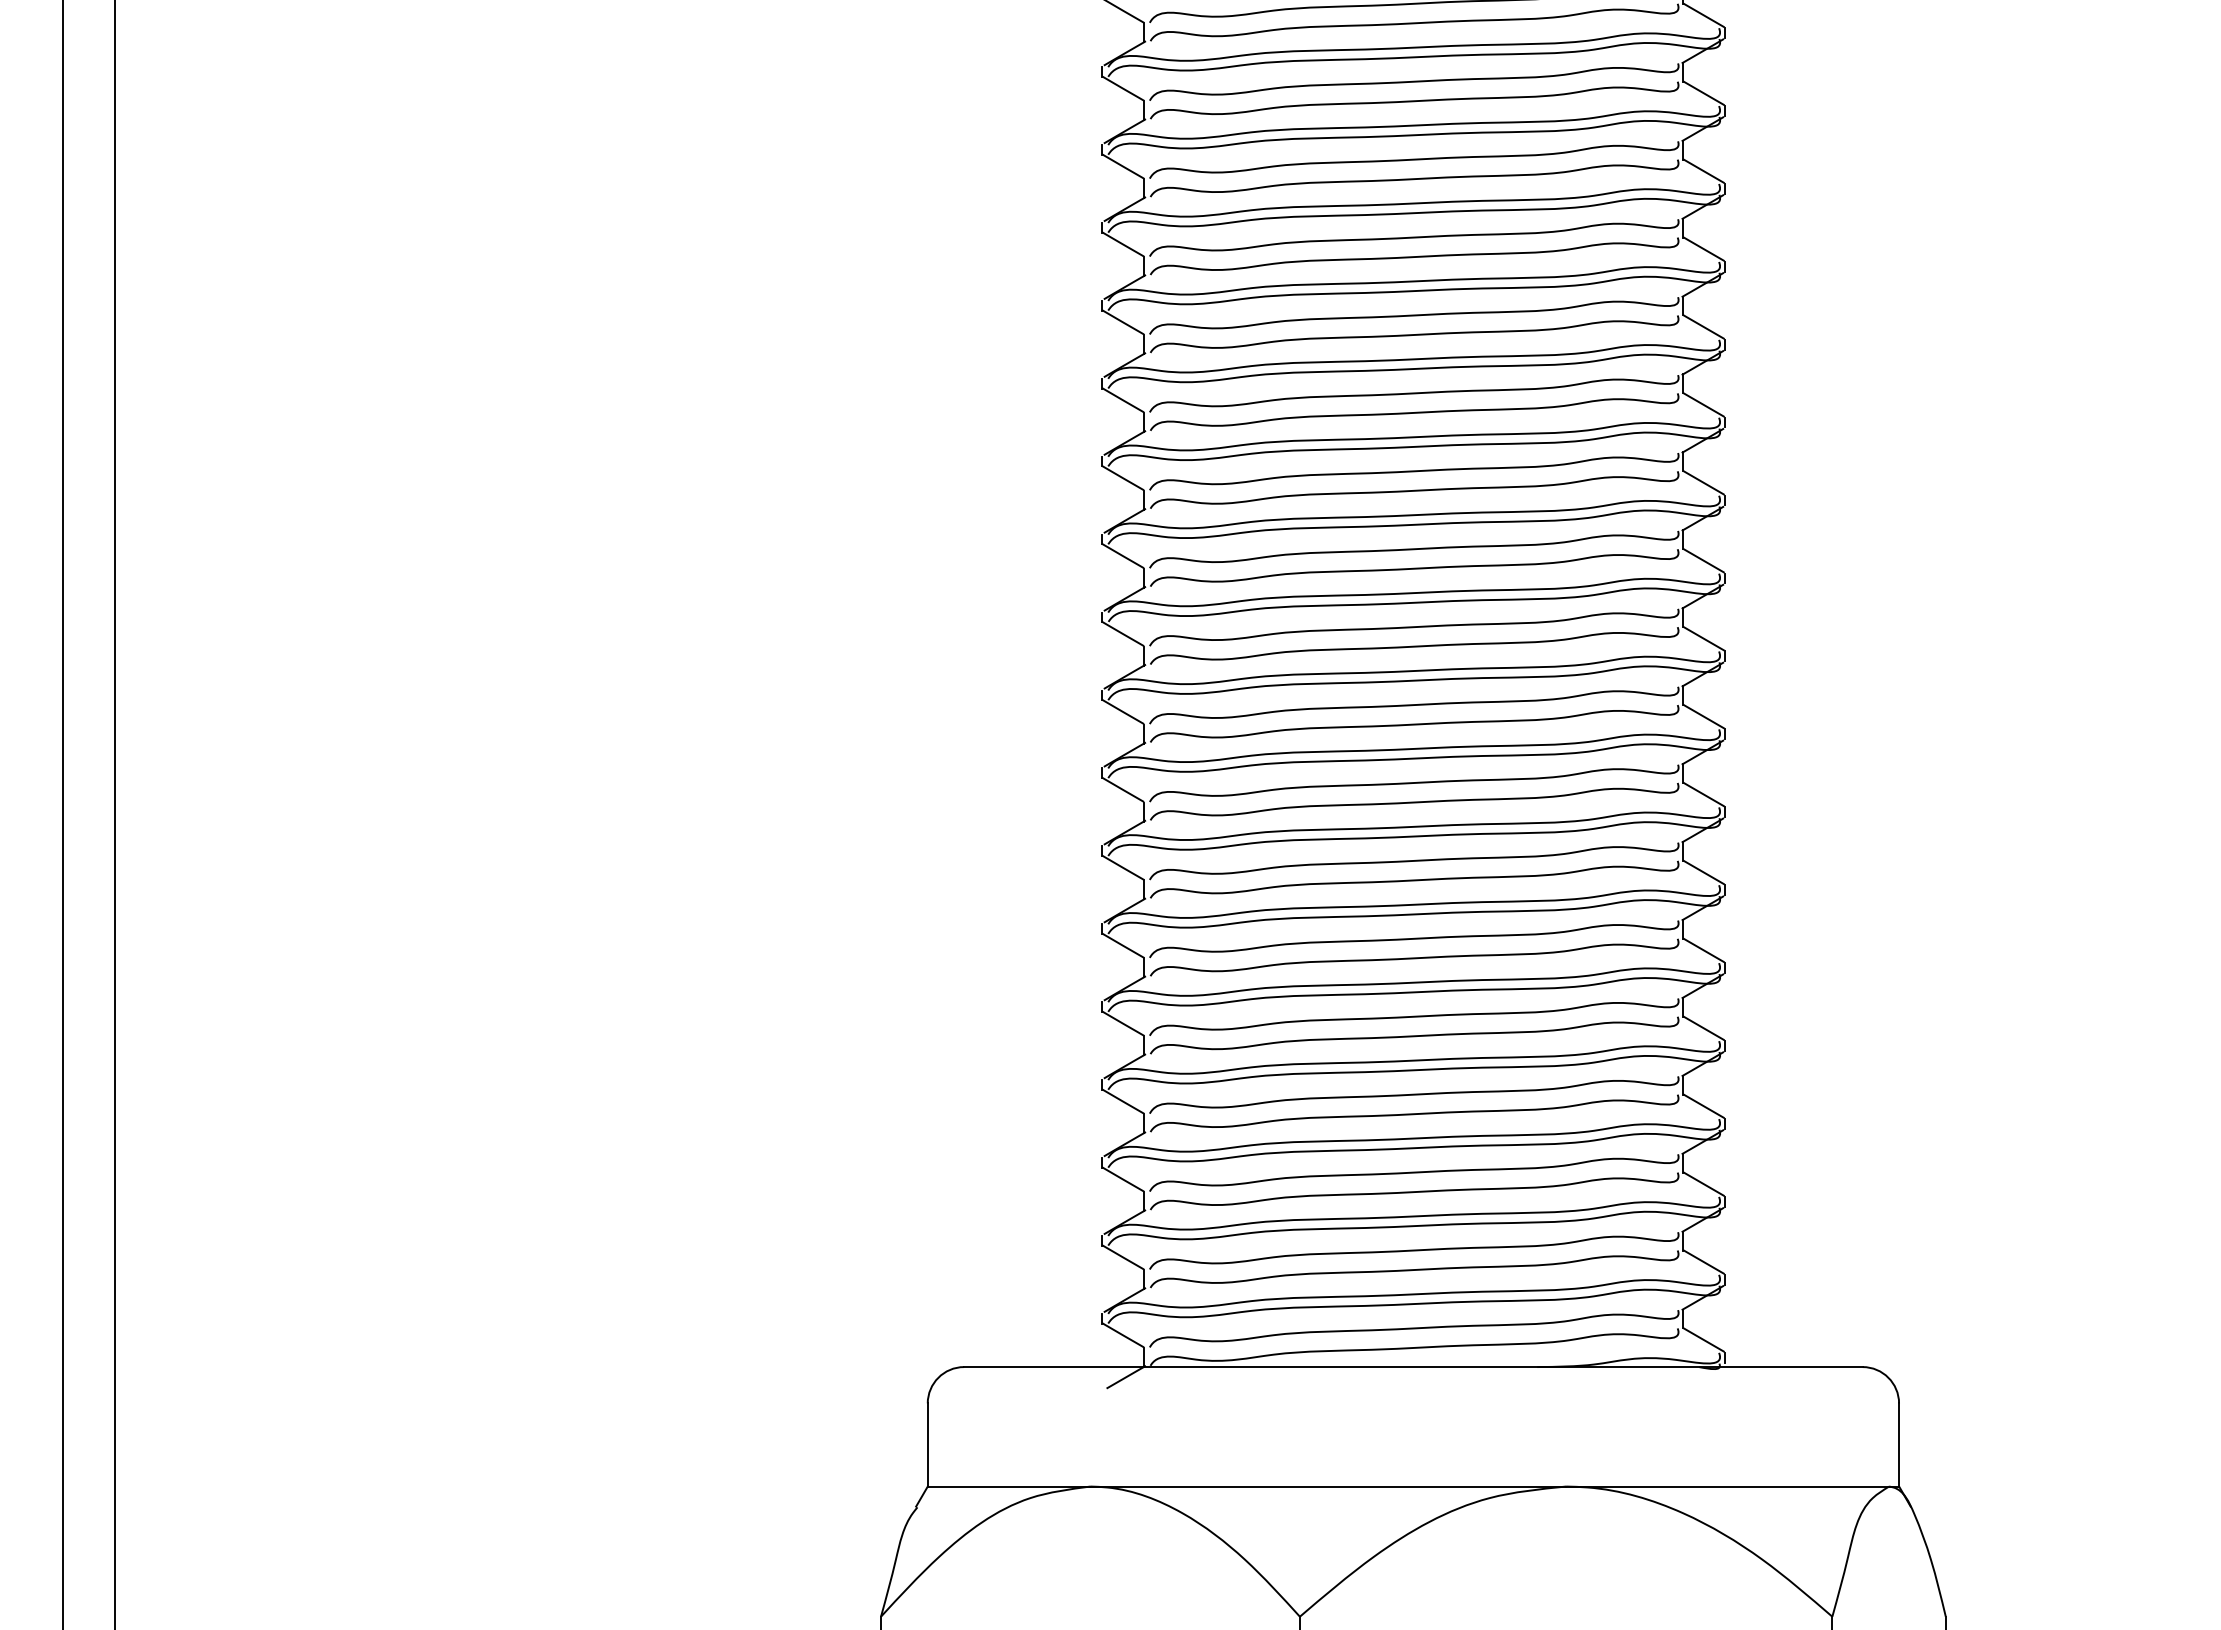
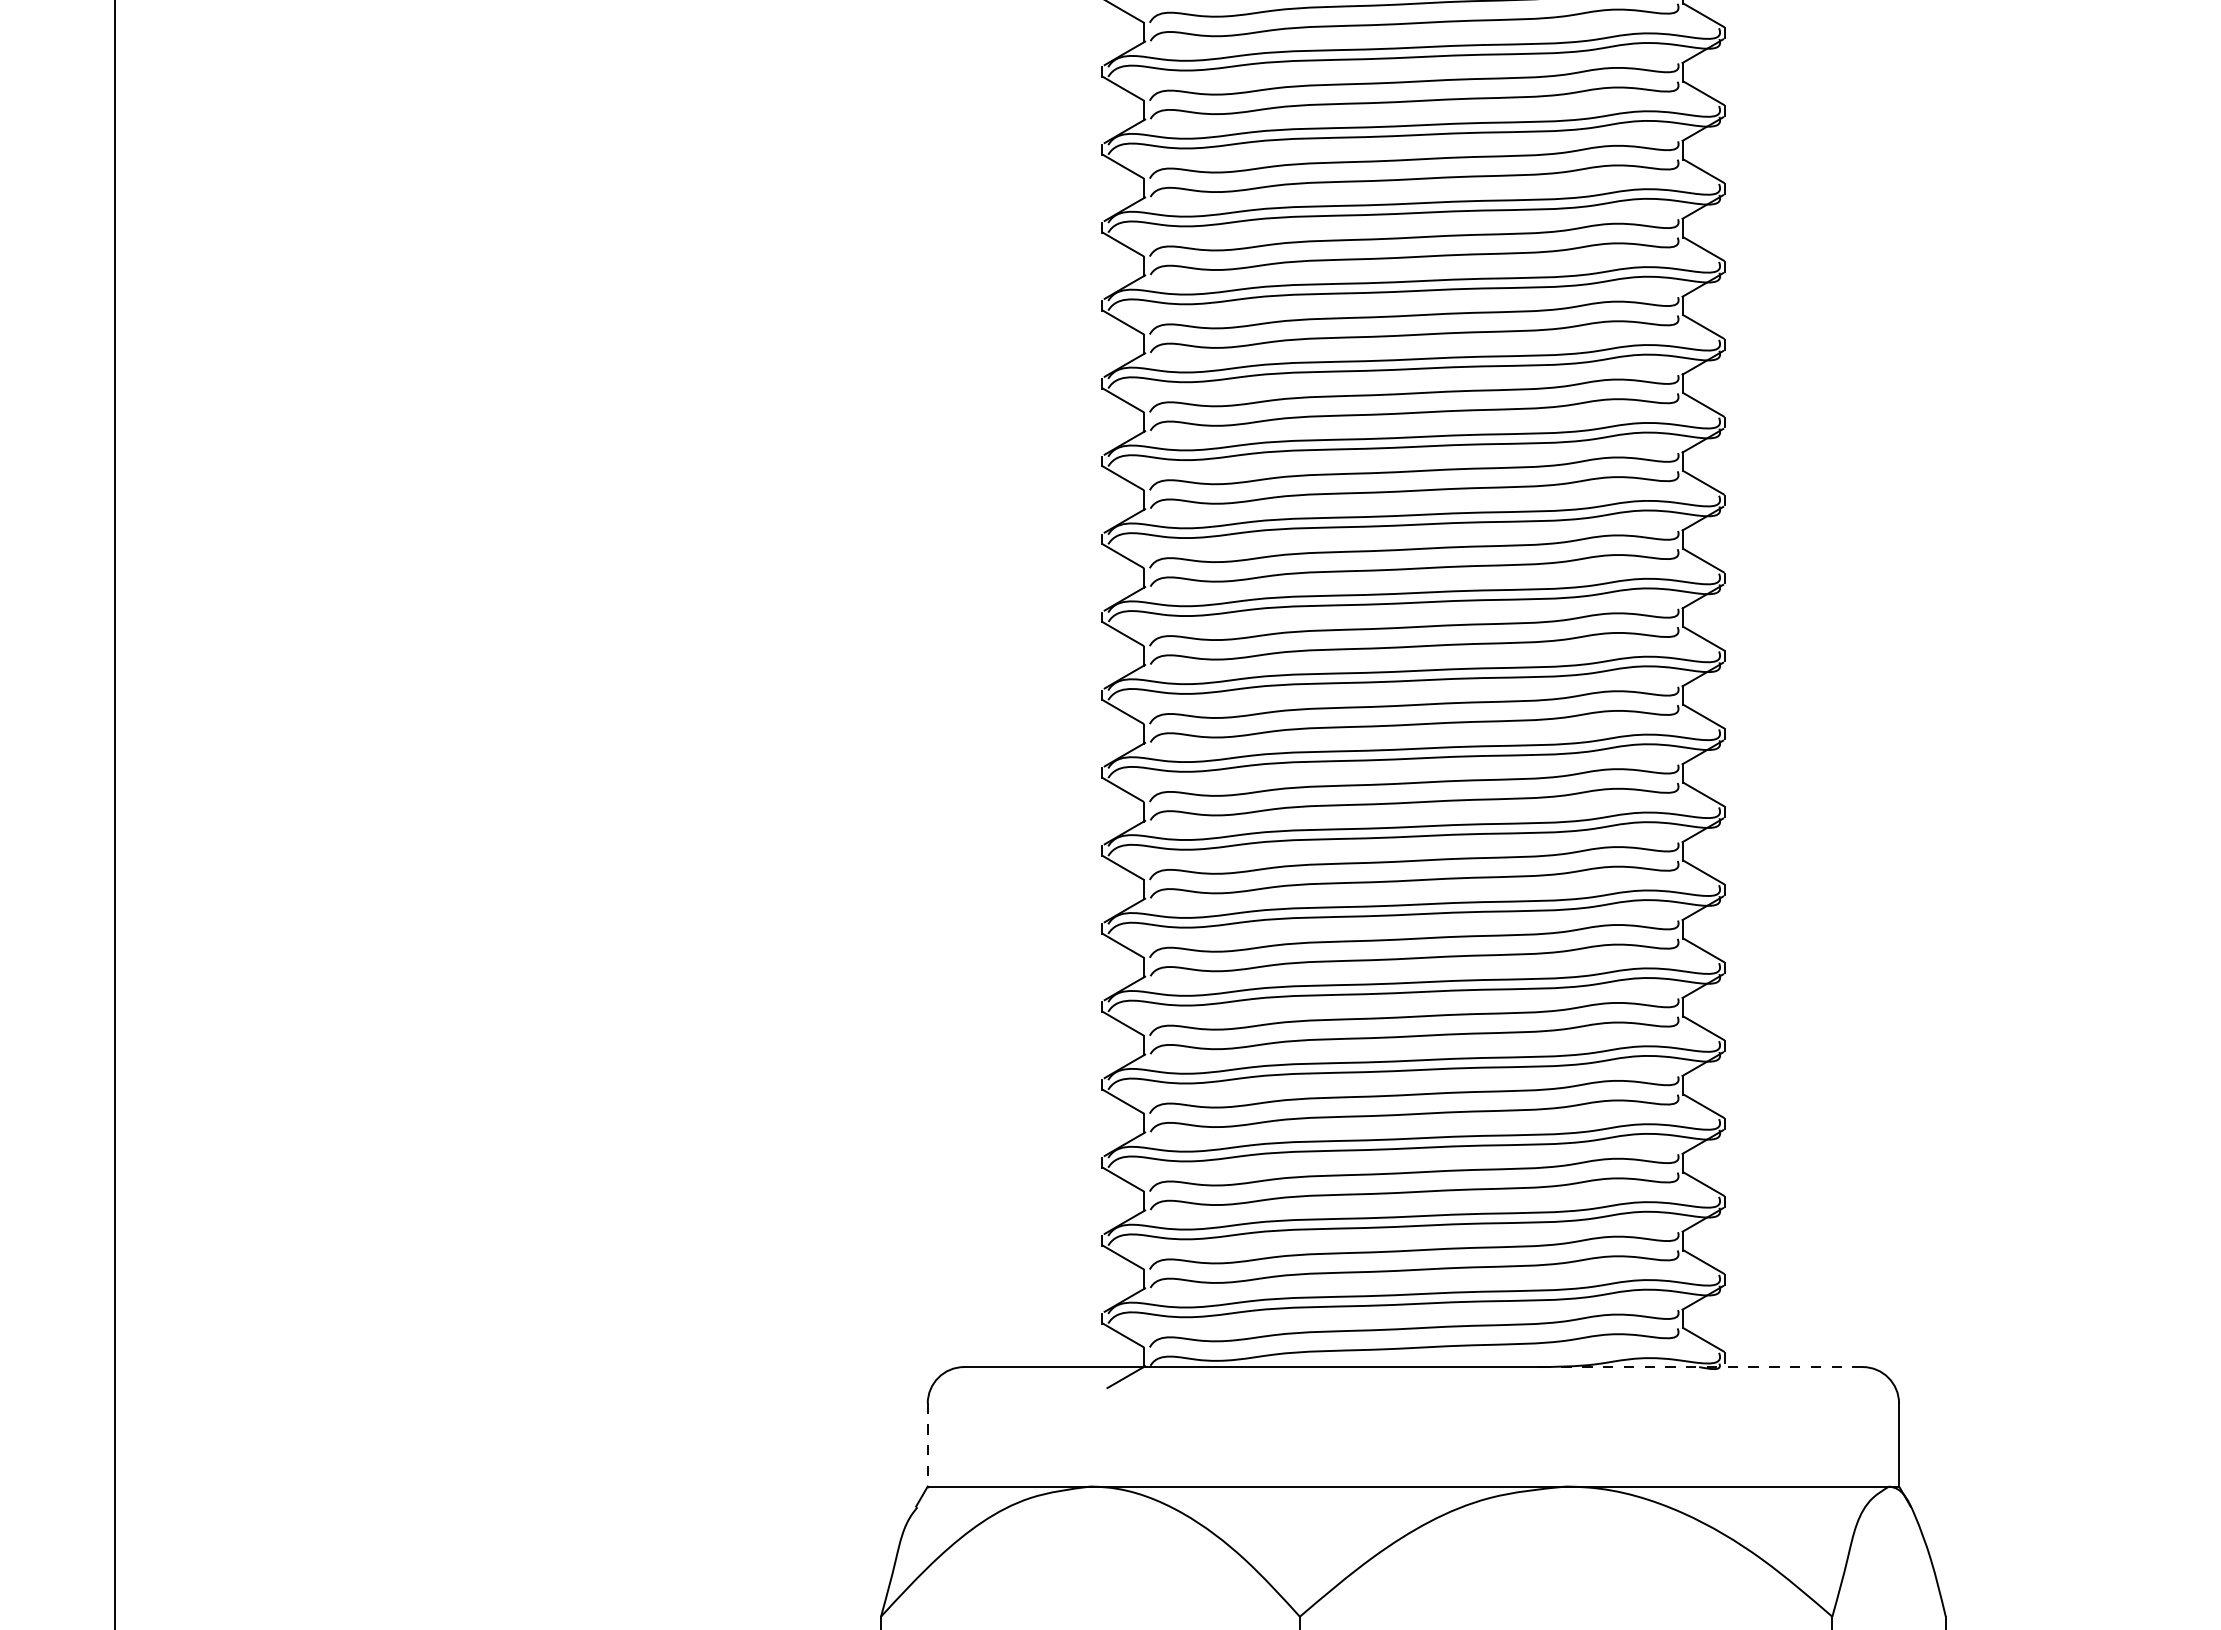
line at (62, 814): present -> none
line at (1705, 1367): solid -> dashed
line at (927, 1444): solid -> dashed
